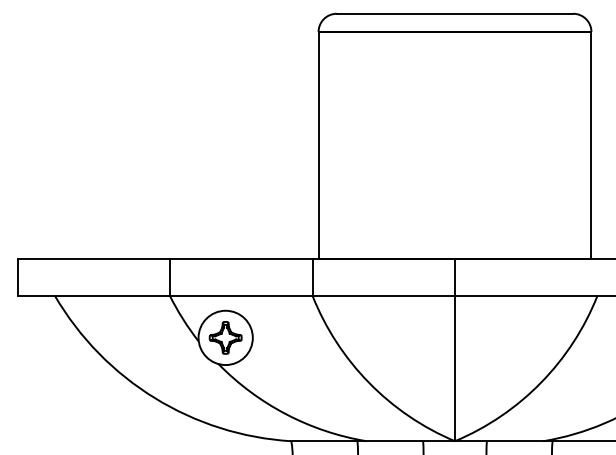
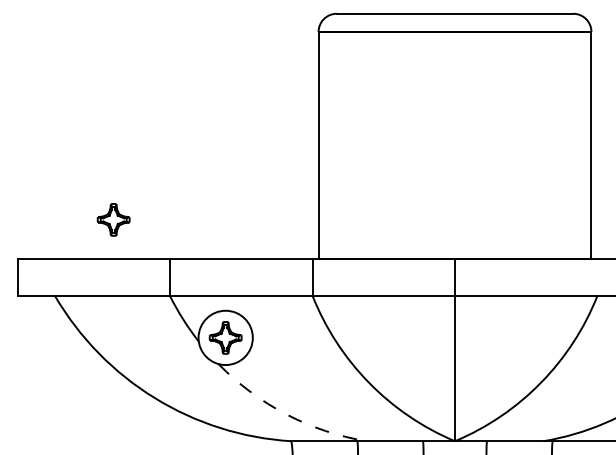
part at (113, 219): none -> present
arc at (286, 414): solid -> dashed
